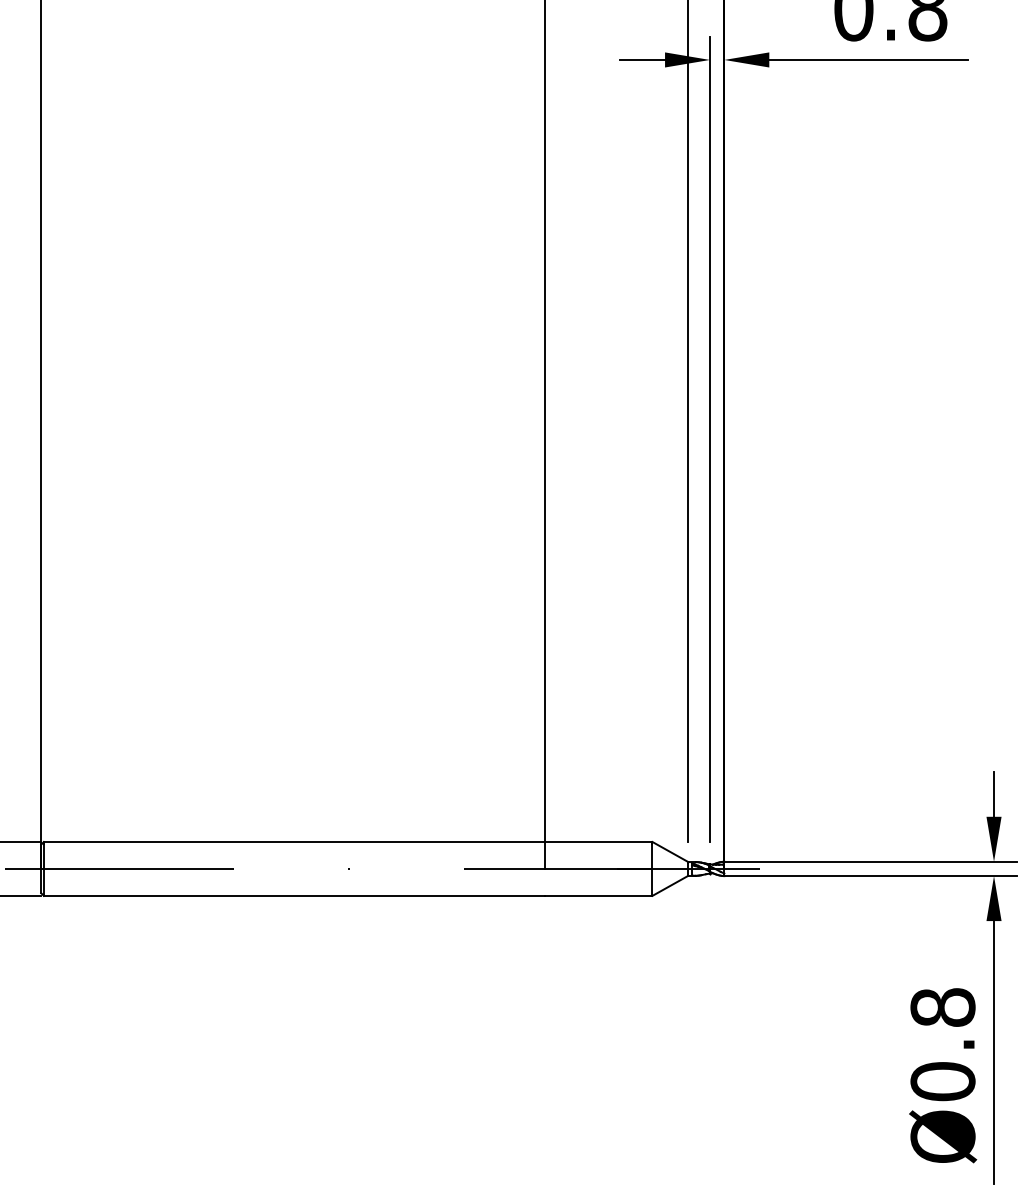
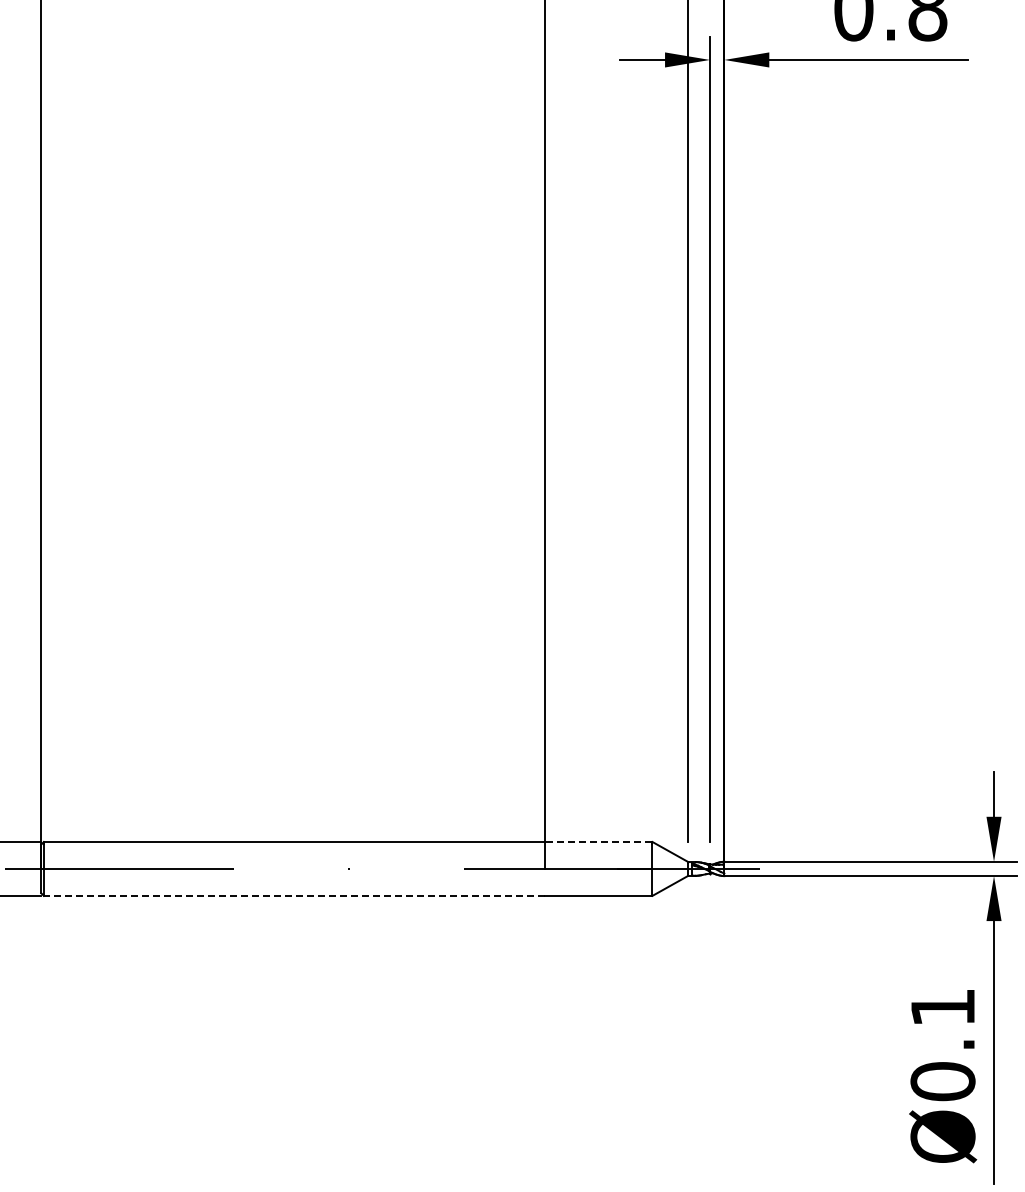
line at (598, 841): solid -> dashed
line at (293, 895): solid -> dashed
text at (942, 1007): Ø0.8 -> Ø0.1
